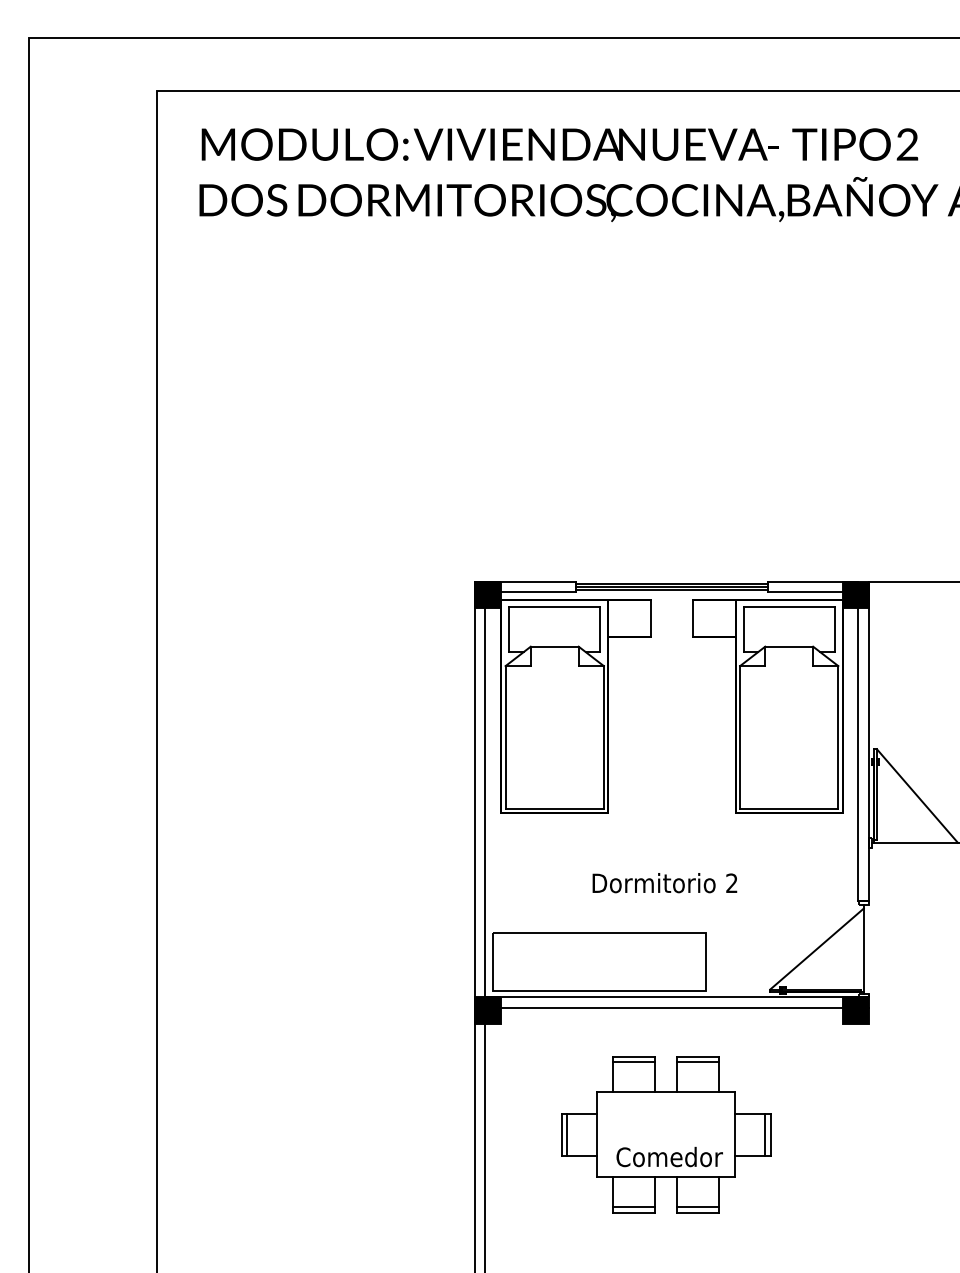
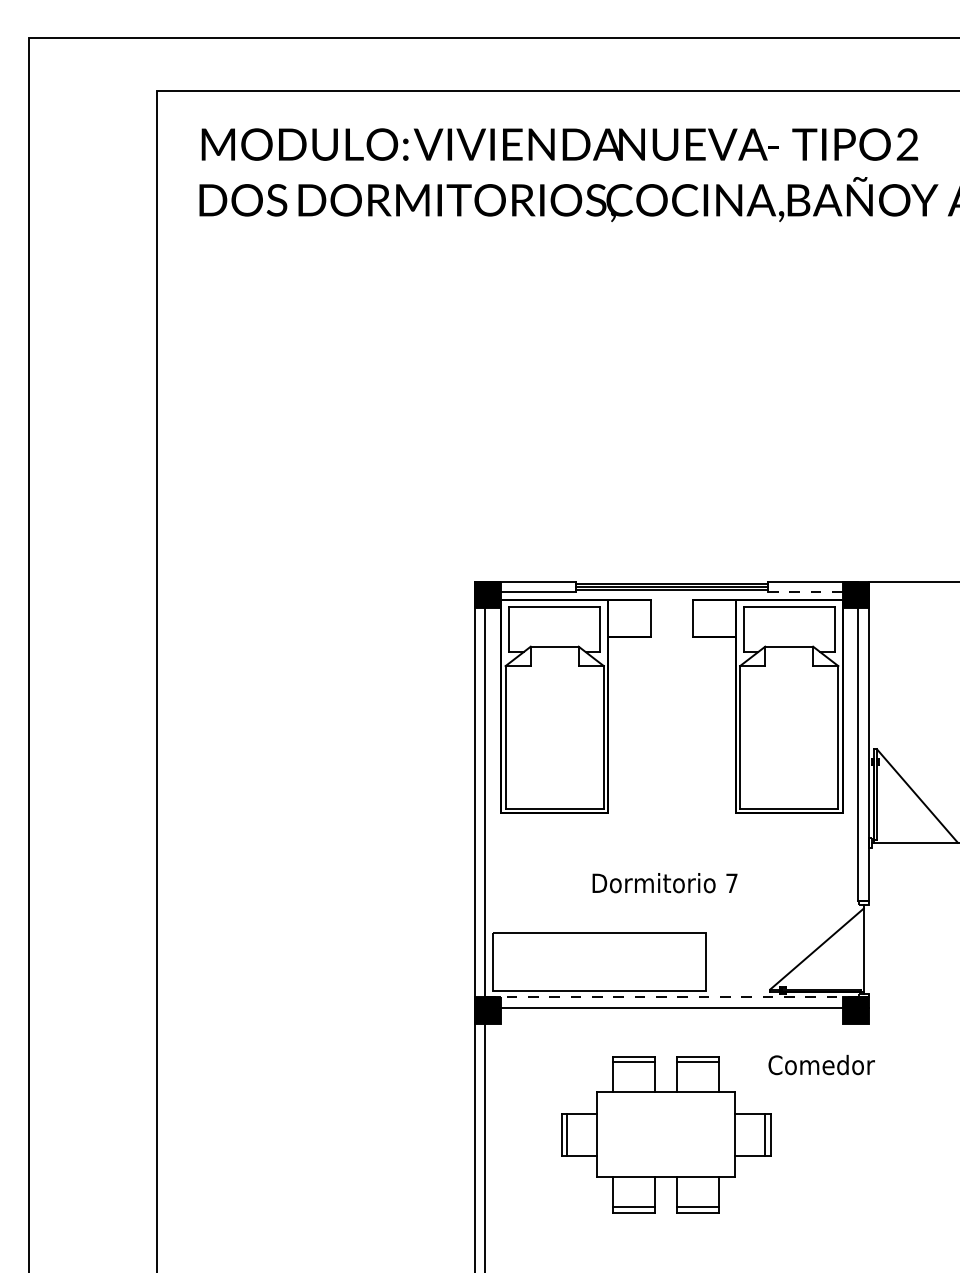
line at (805, 592): solid -> dashed
text at (731, 882): 2 -> 7
line at (677, 997): solid -> dashed
text at (669, 1156) position: (669, 1156) -> (821, 1064)
